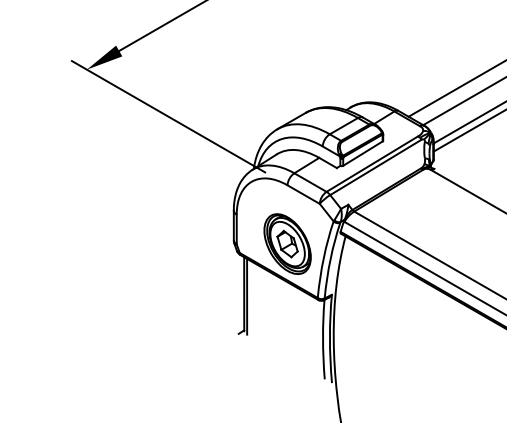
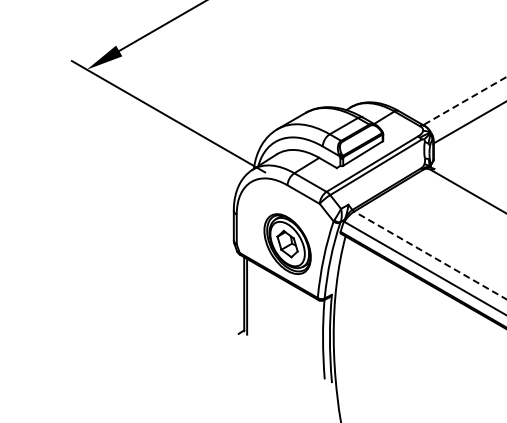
line at (455, 89): present -> none
line at (464, 101): solid -> dashed
line at (468, 131): present -> none
line at (430, 255): solid -> dashed
